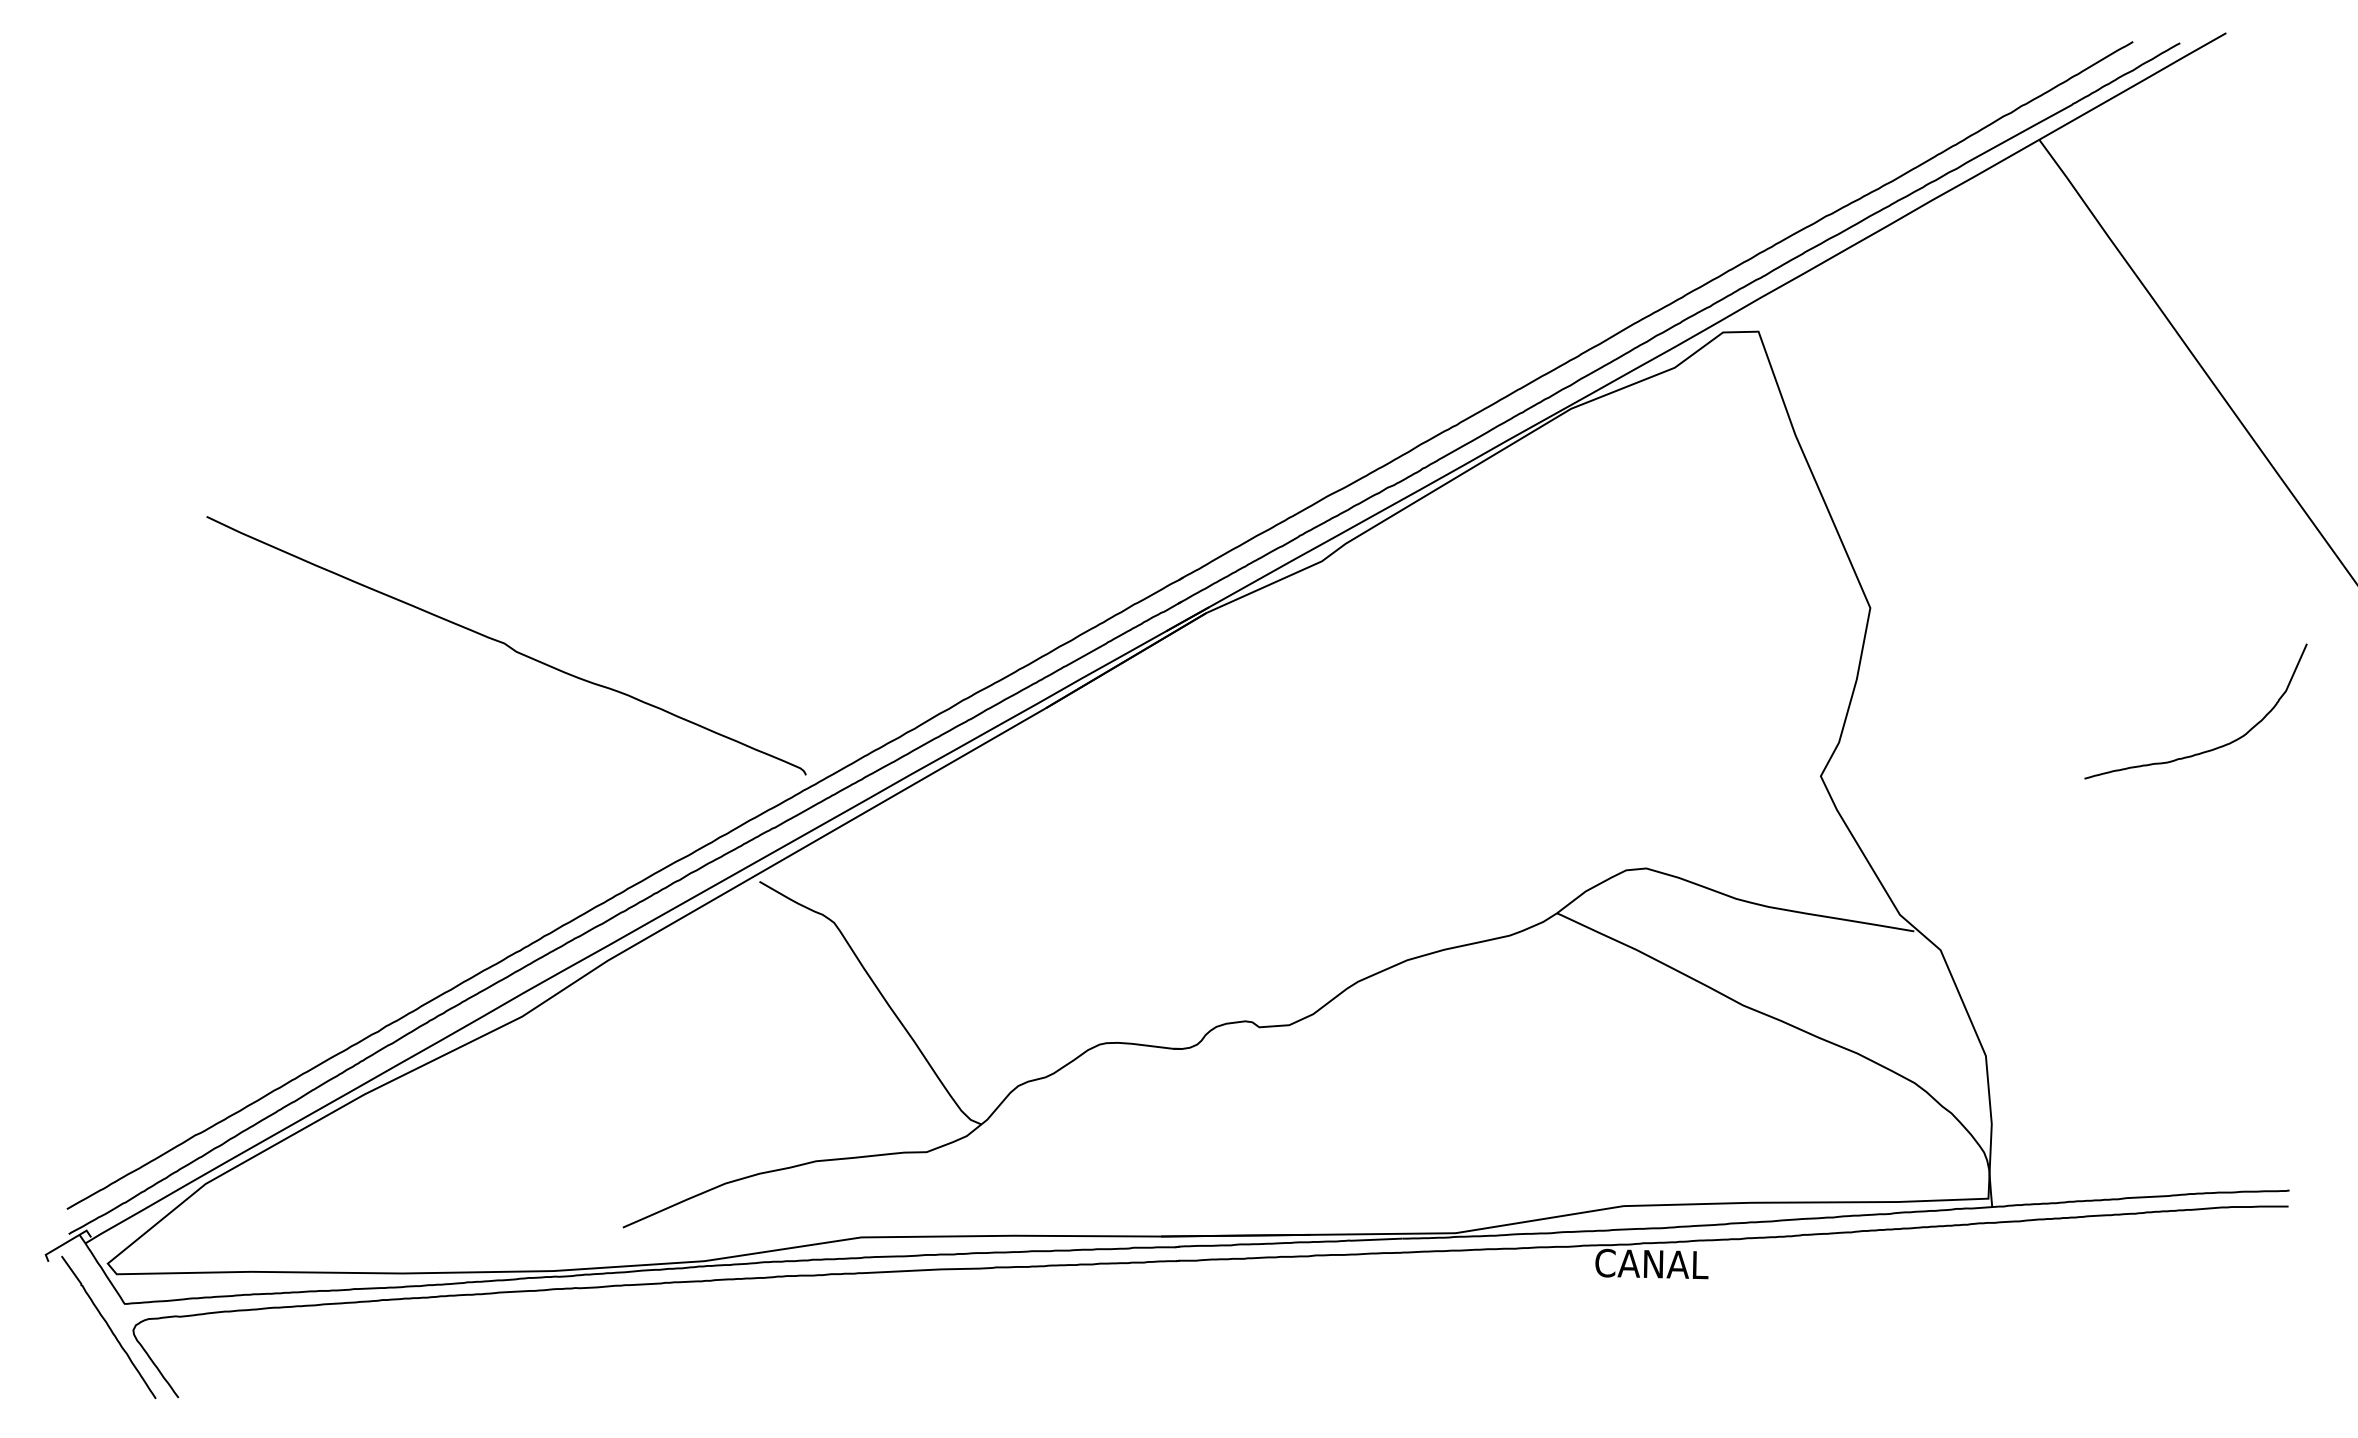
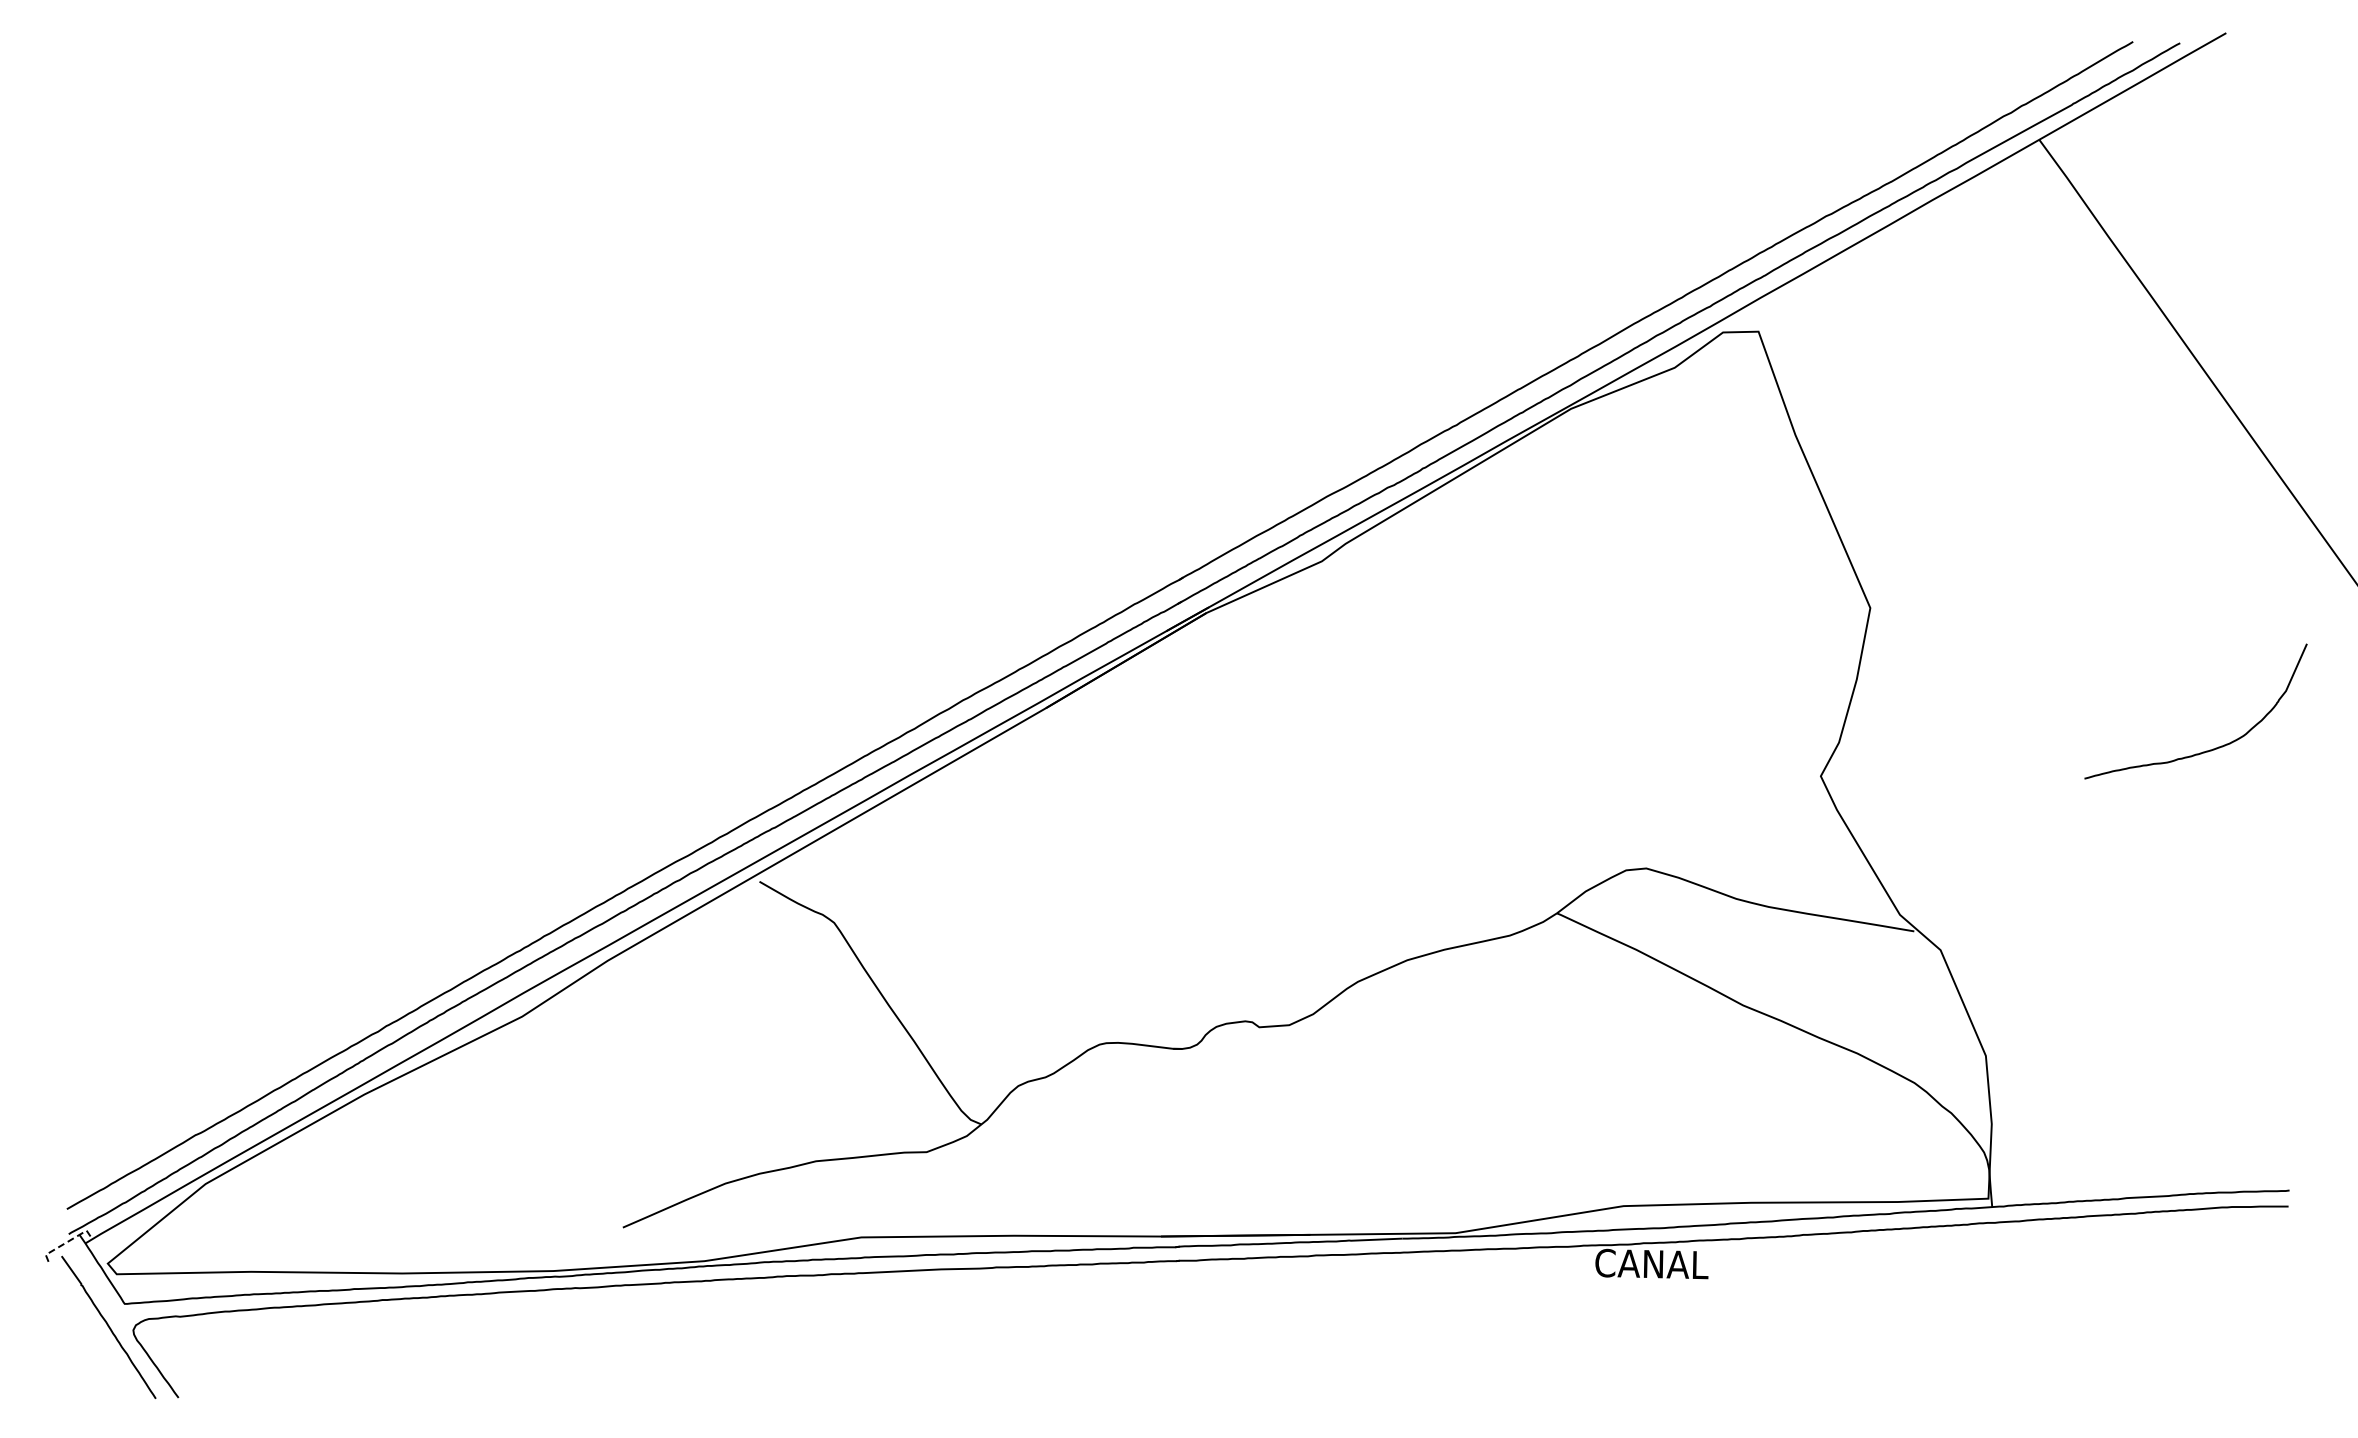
curve at (506, 645): present -> none
line at (67, 1242): solid -> dashed
